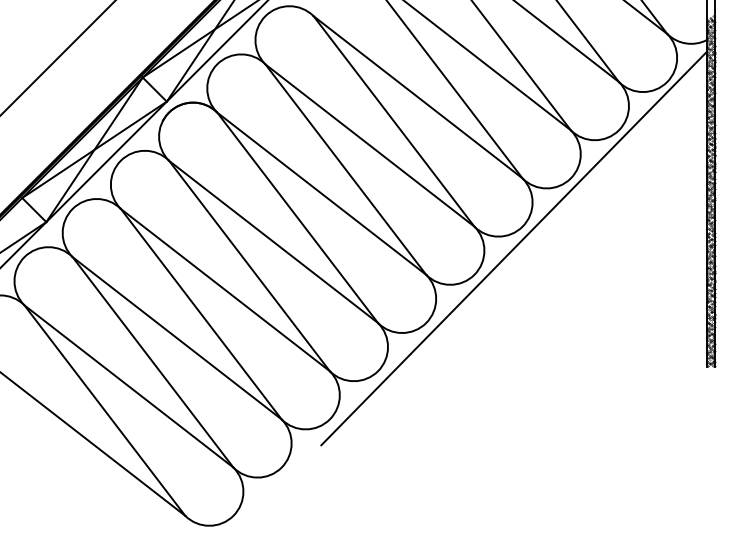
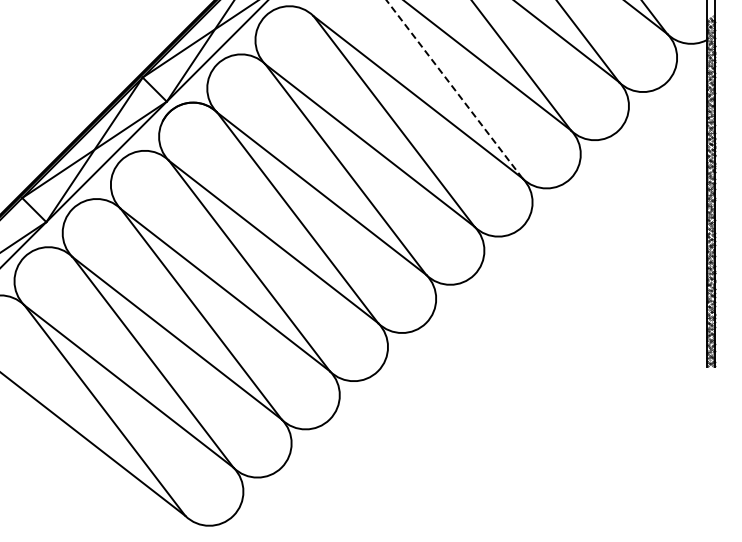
line at (58, 57): present -> none
line at (454, 89): solid -> dashed
line at (513, 248): present -> none
